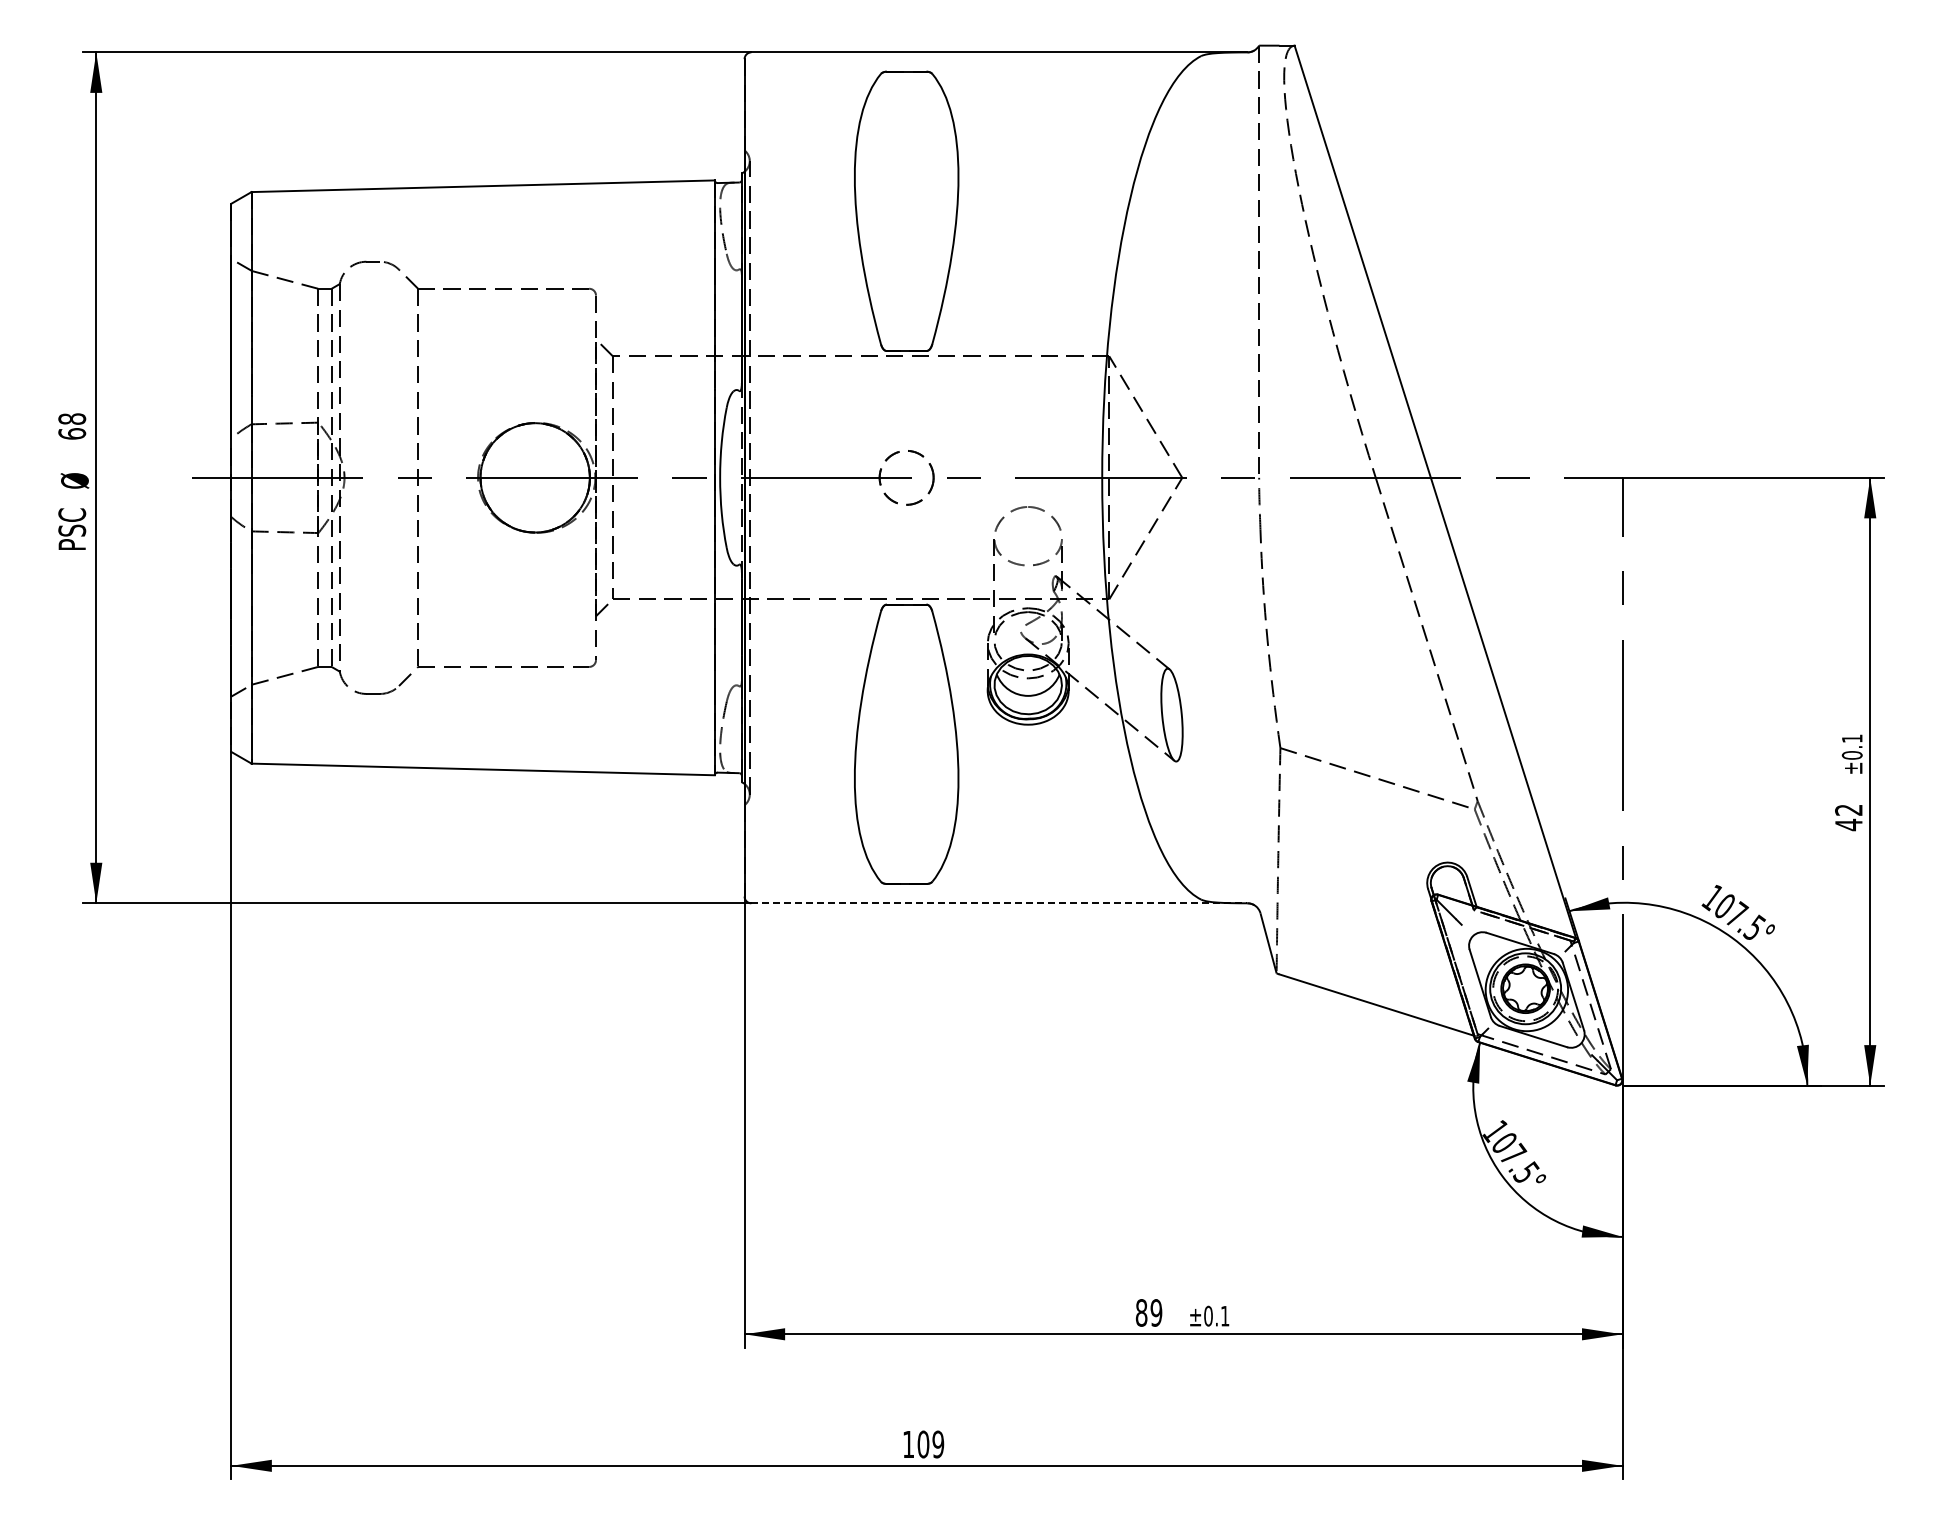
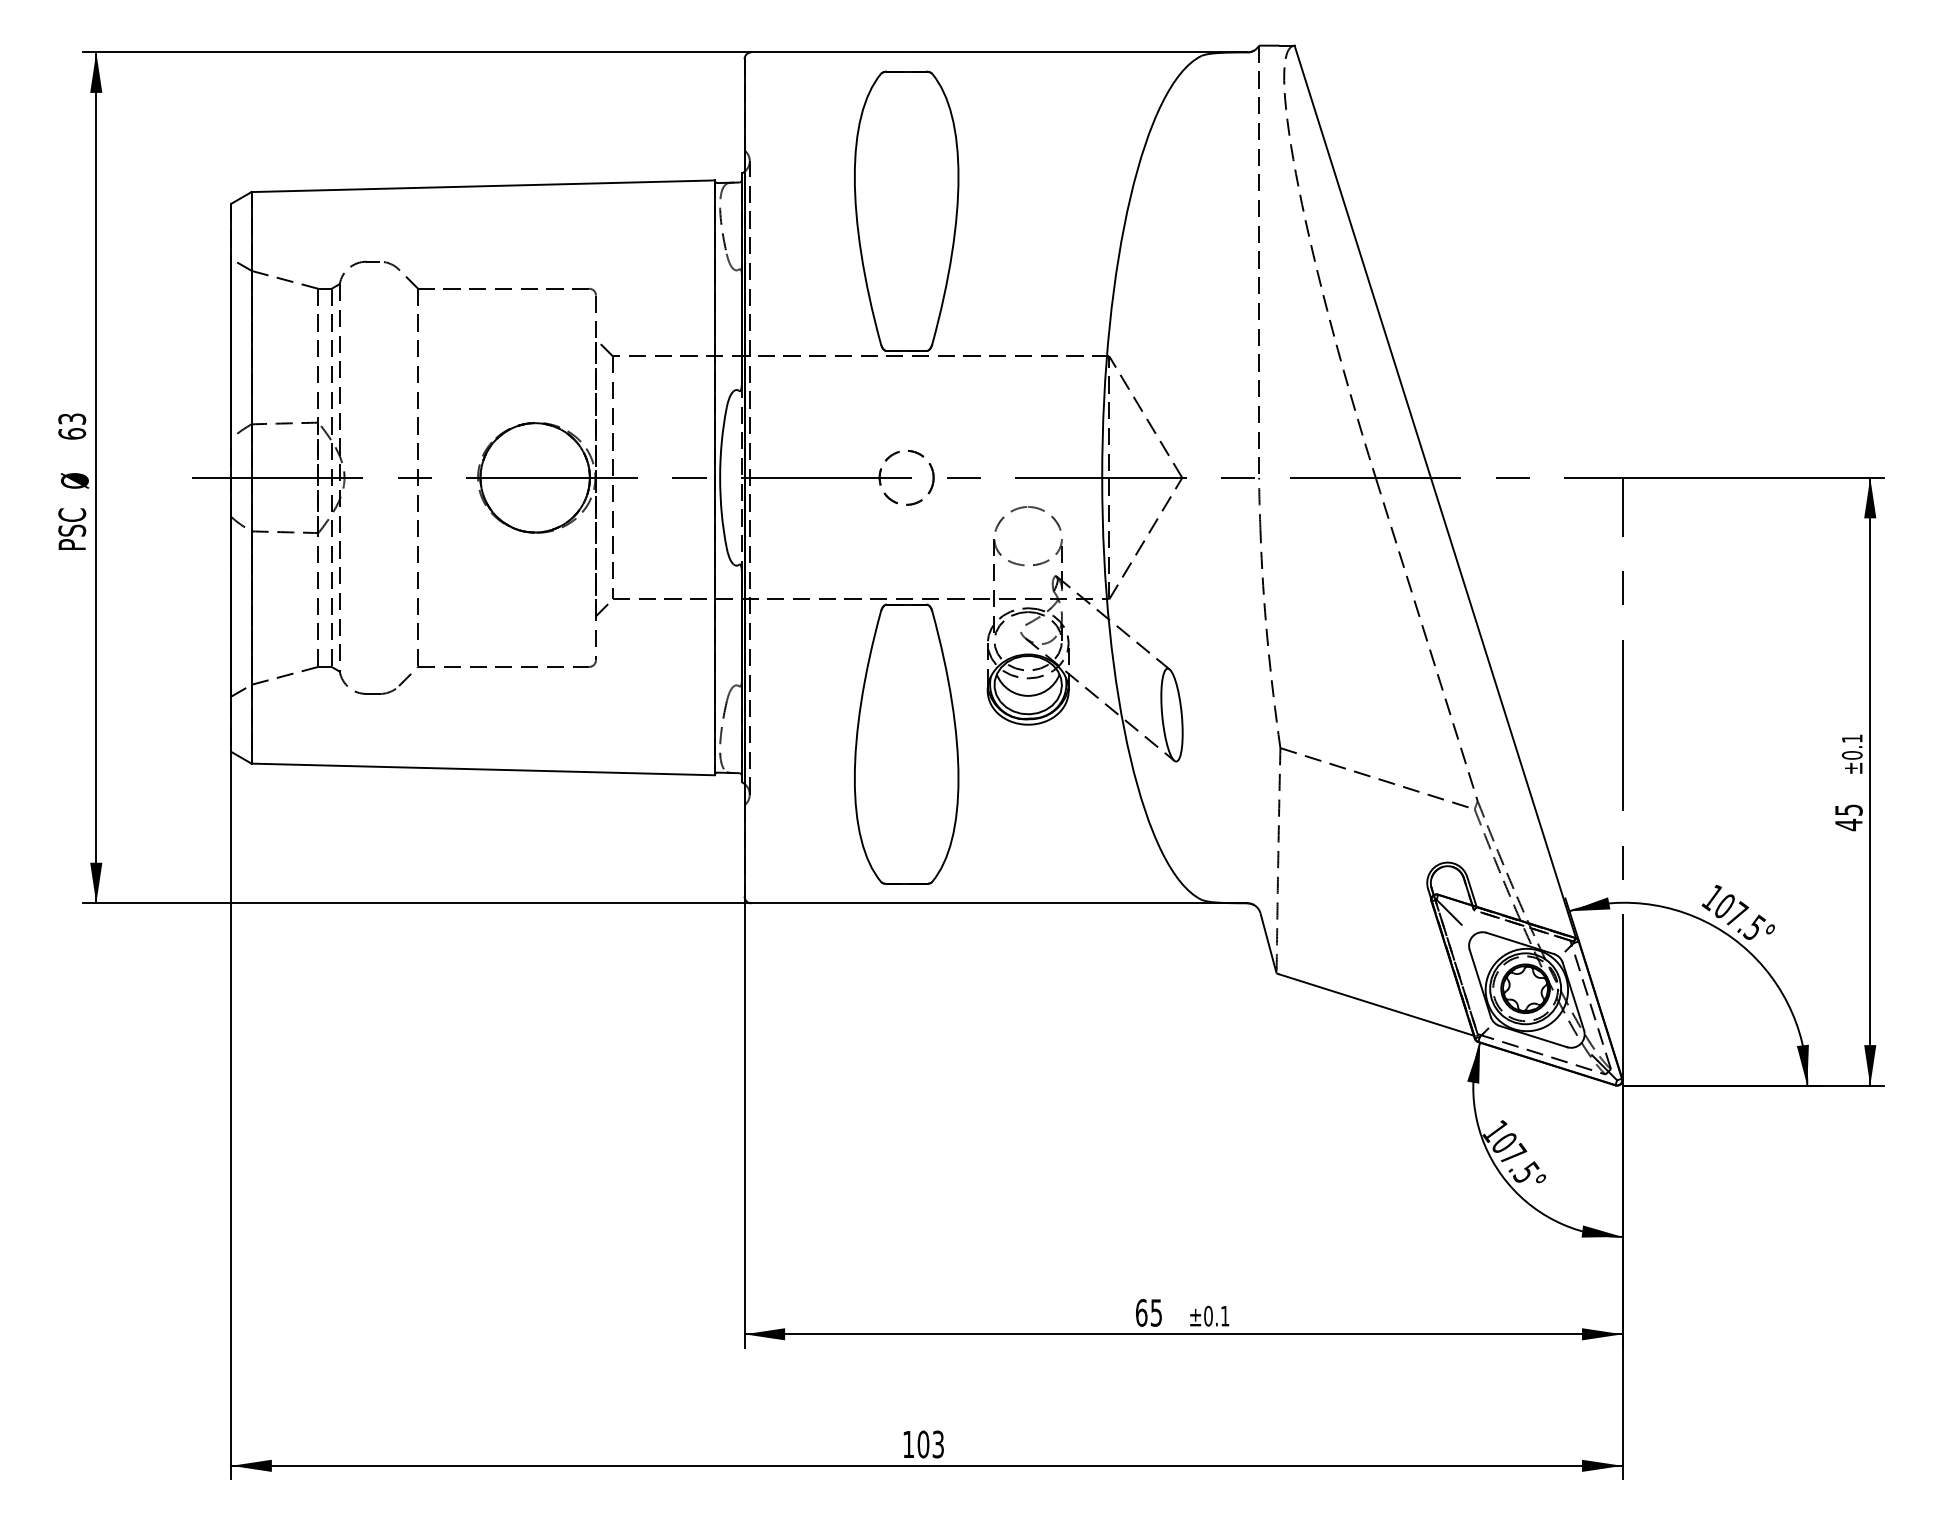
text at (72, 418): 68 -> 63
text at (1848, 809): 42 -> 45
line at (999, 903): dashed -> solid
text at (1148, 1312): 89 -> 65
text at (938, 1444): 109 -> 103
